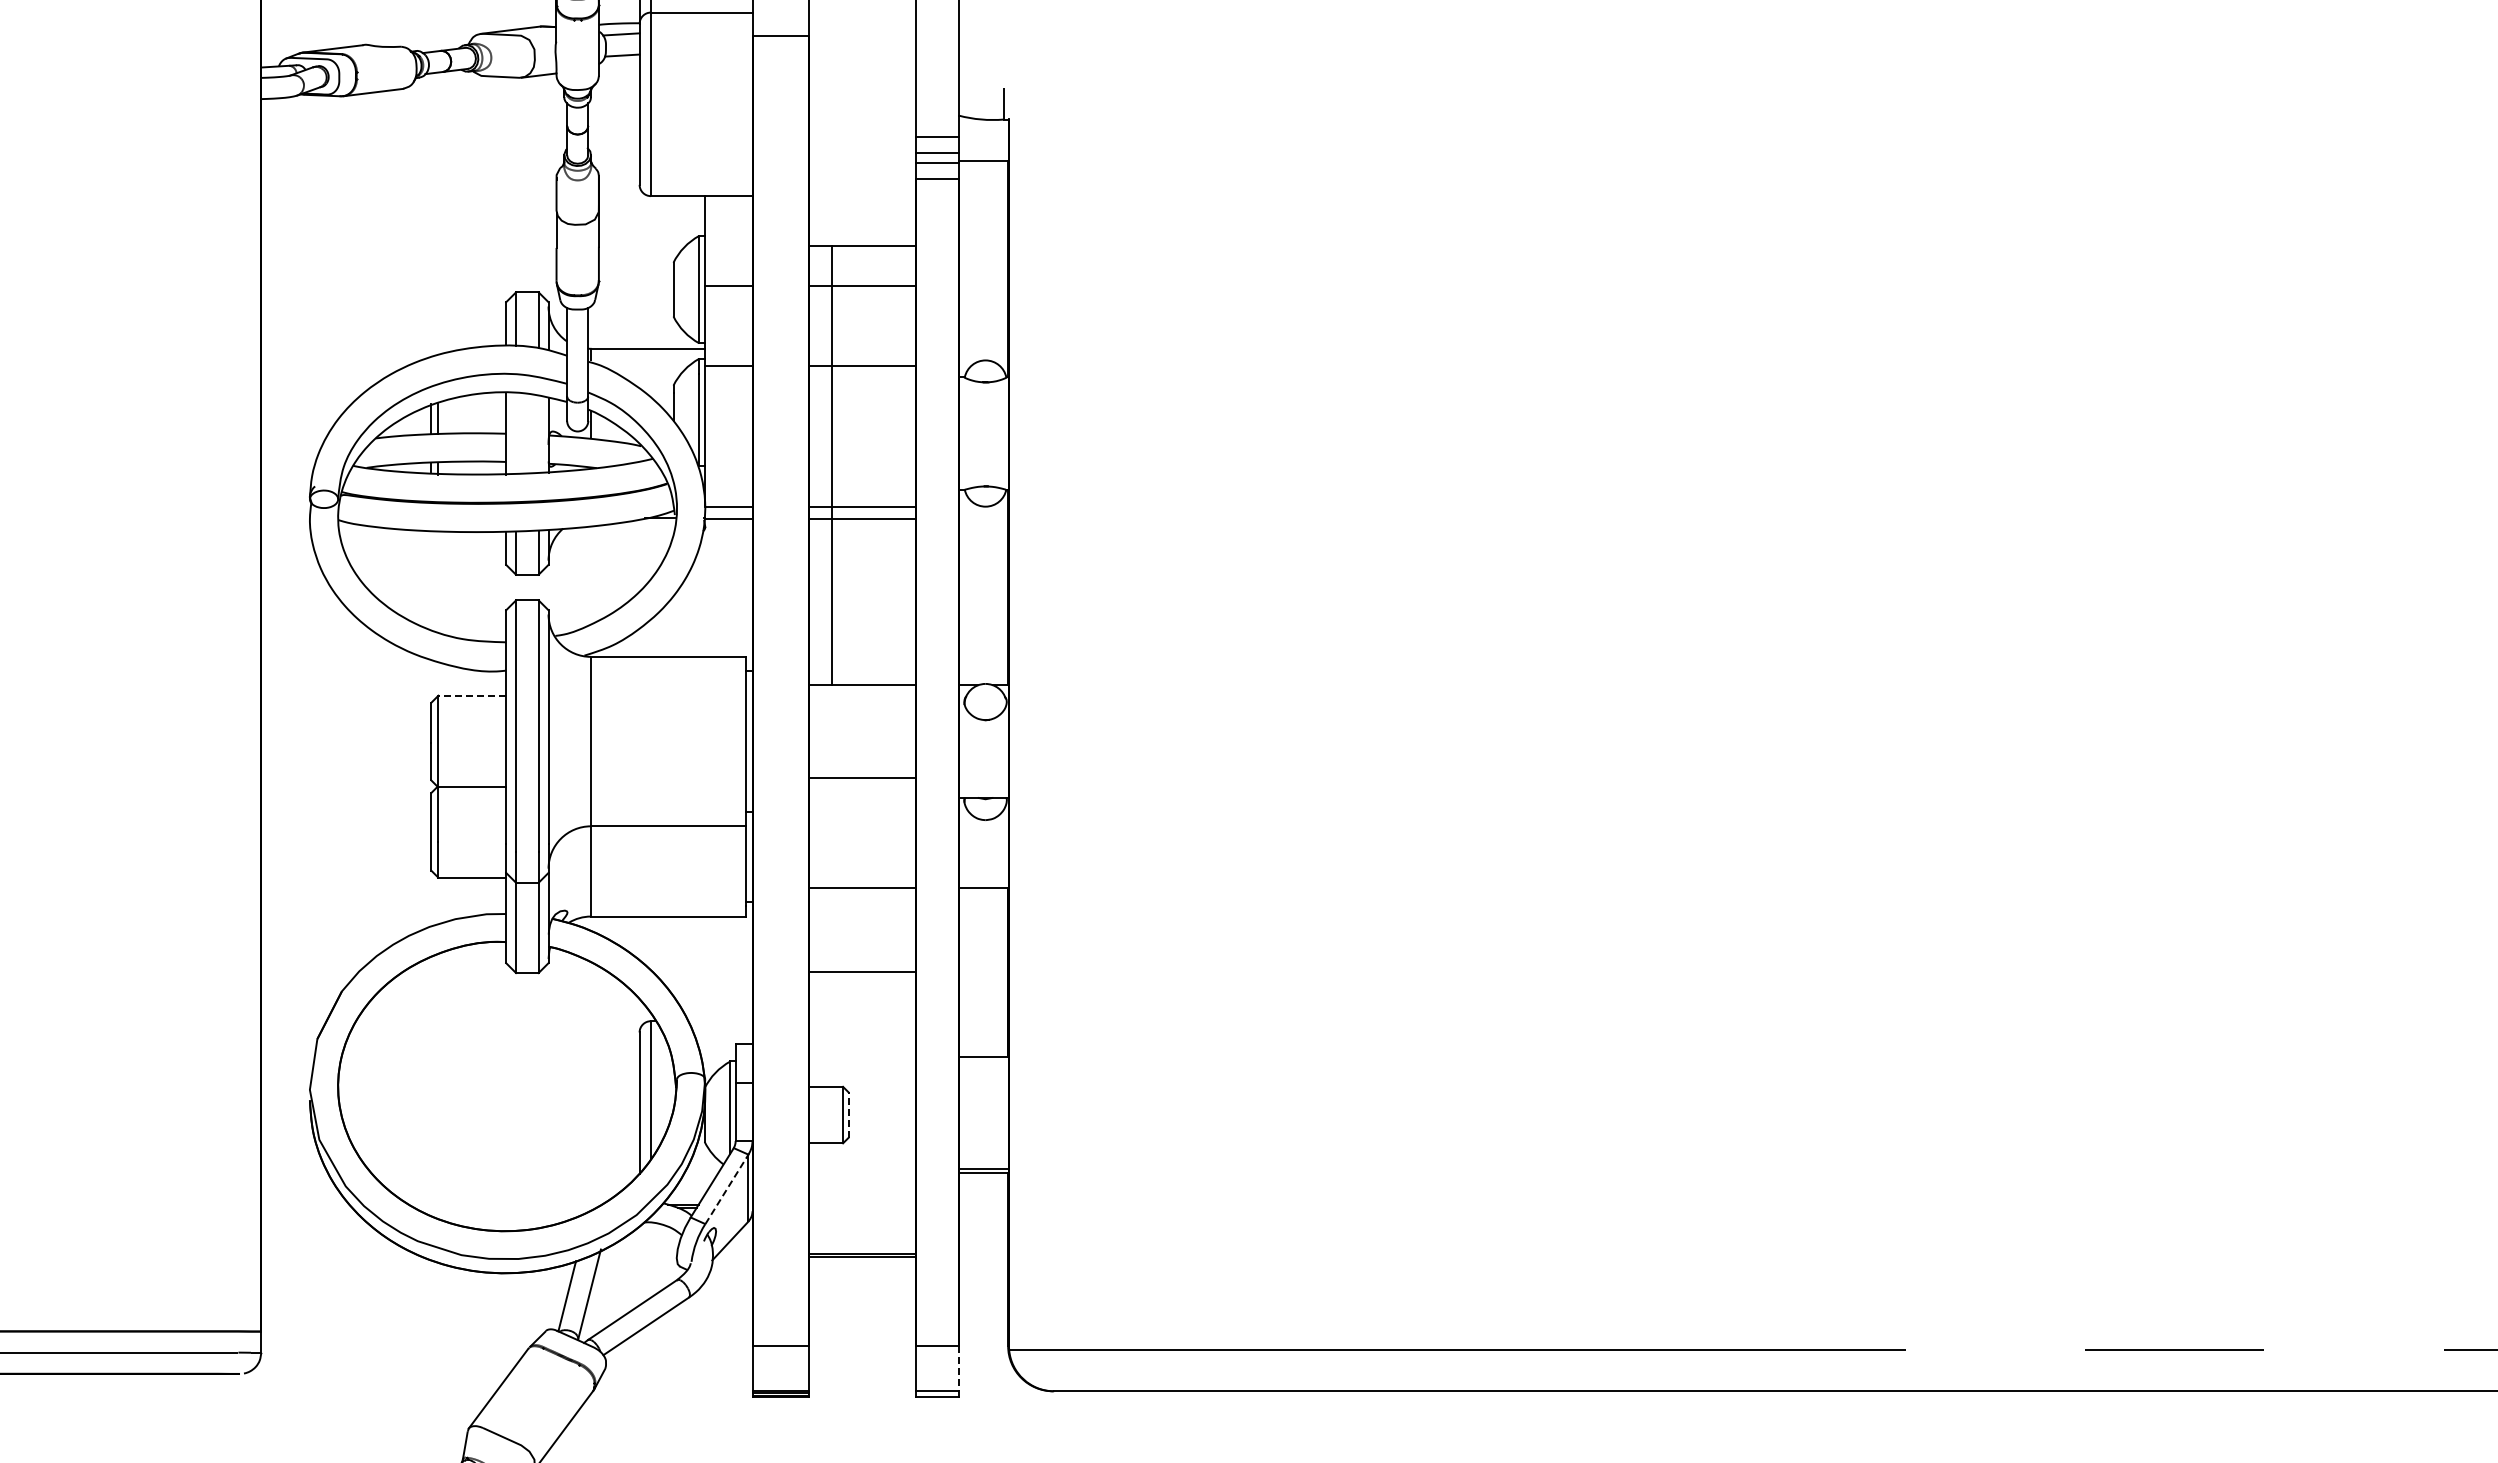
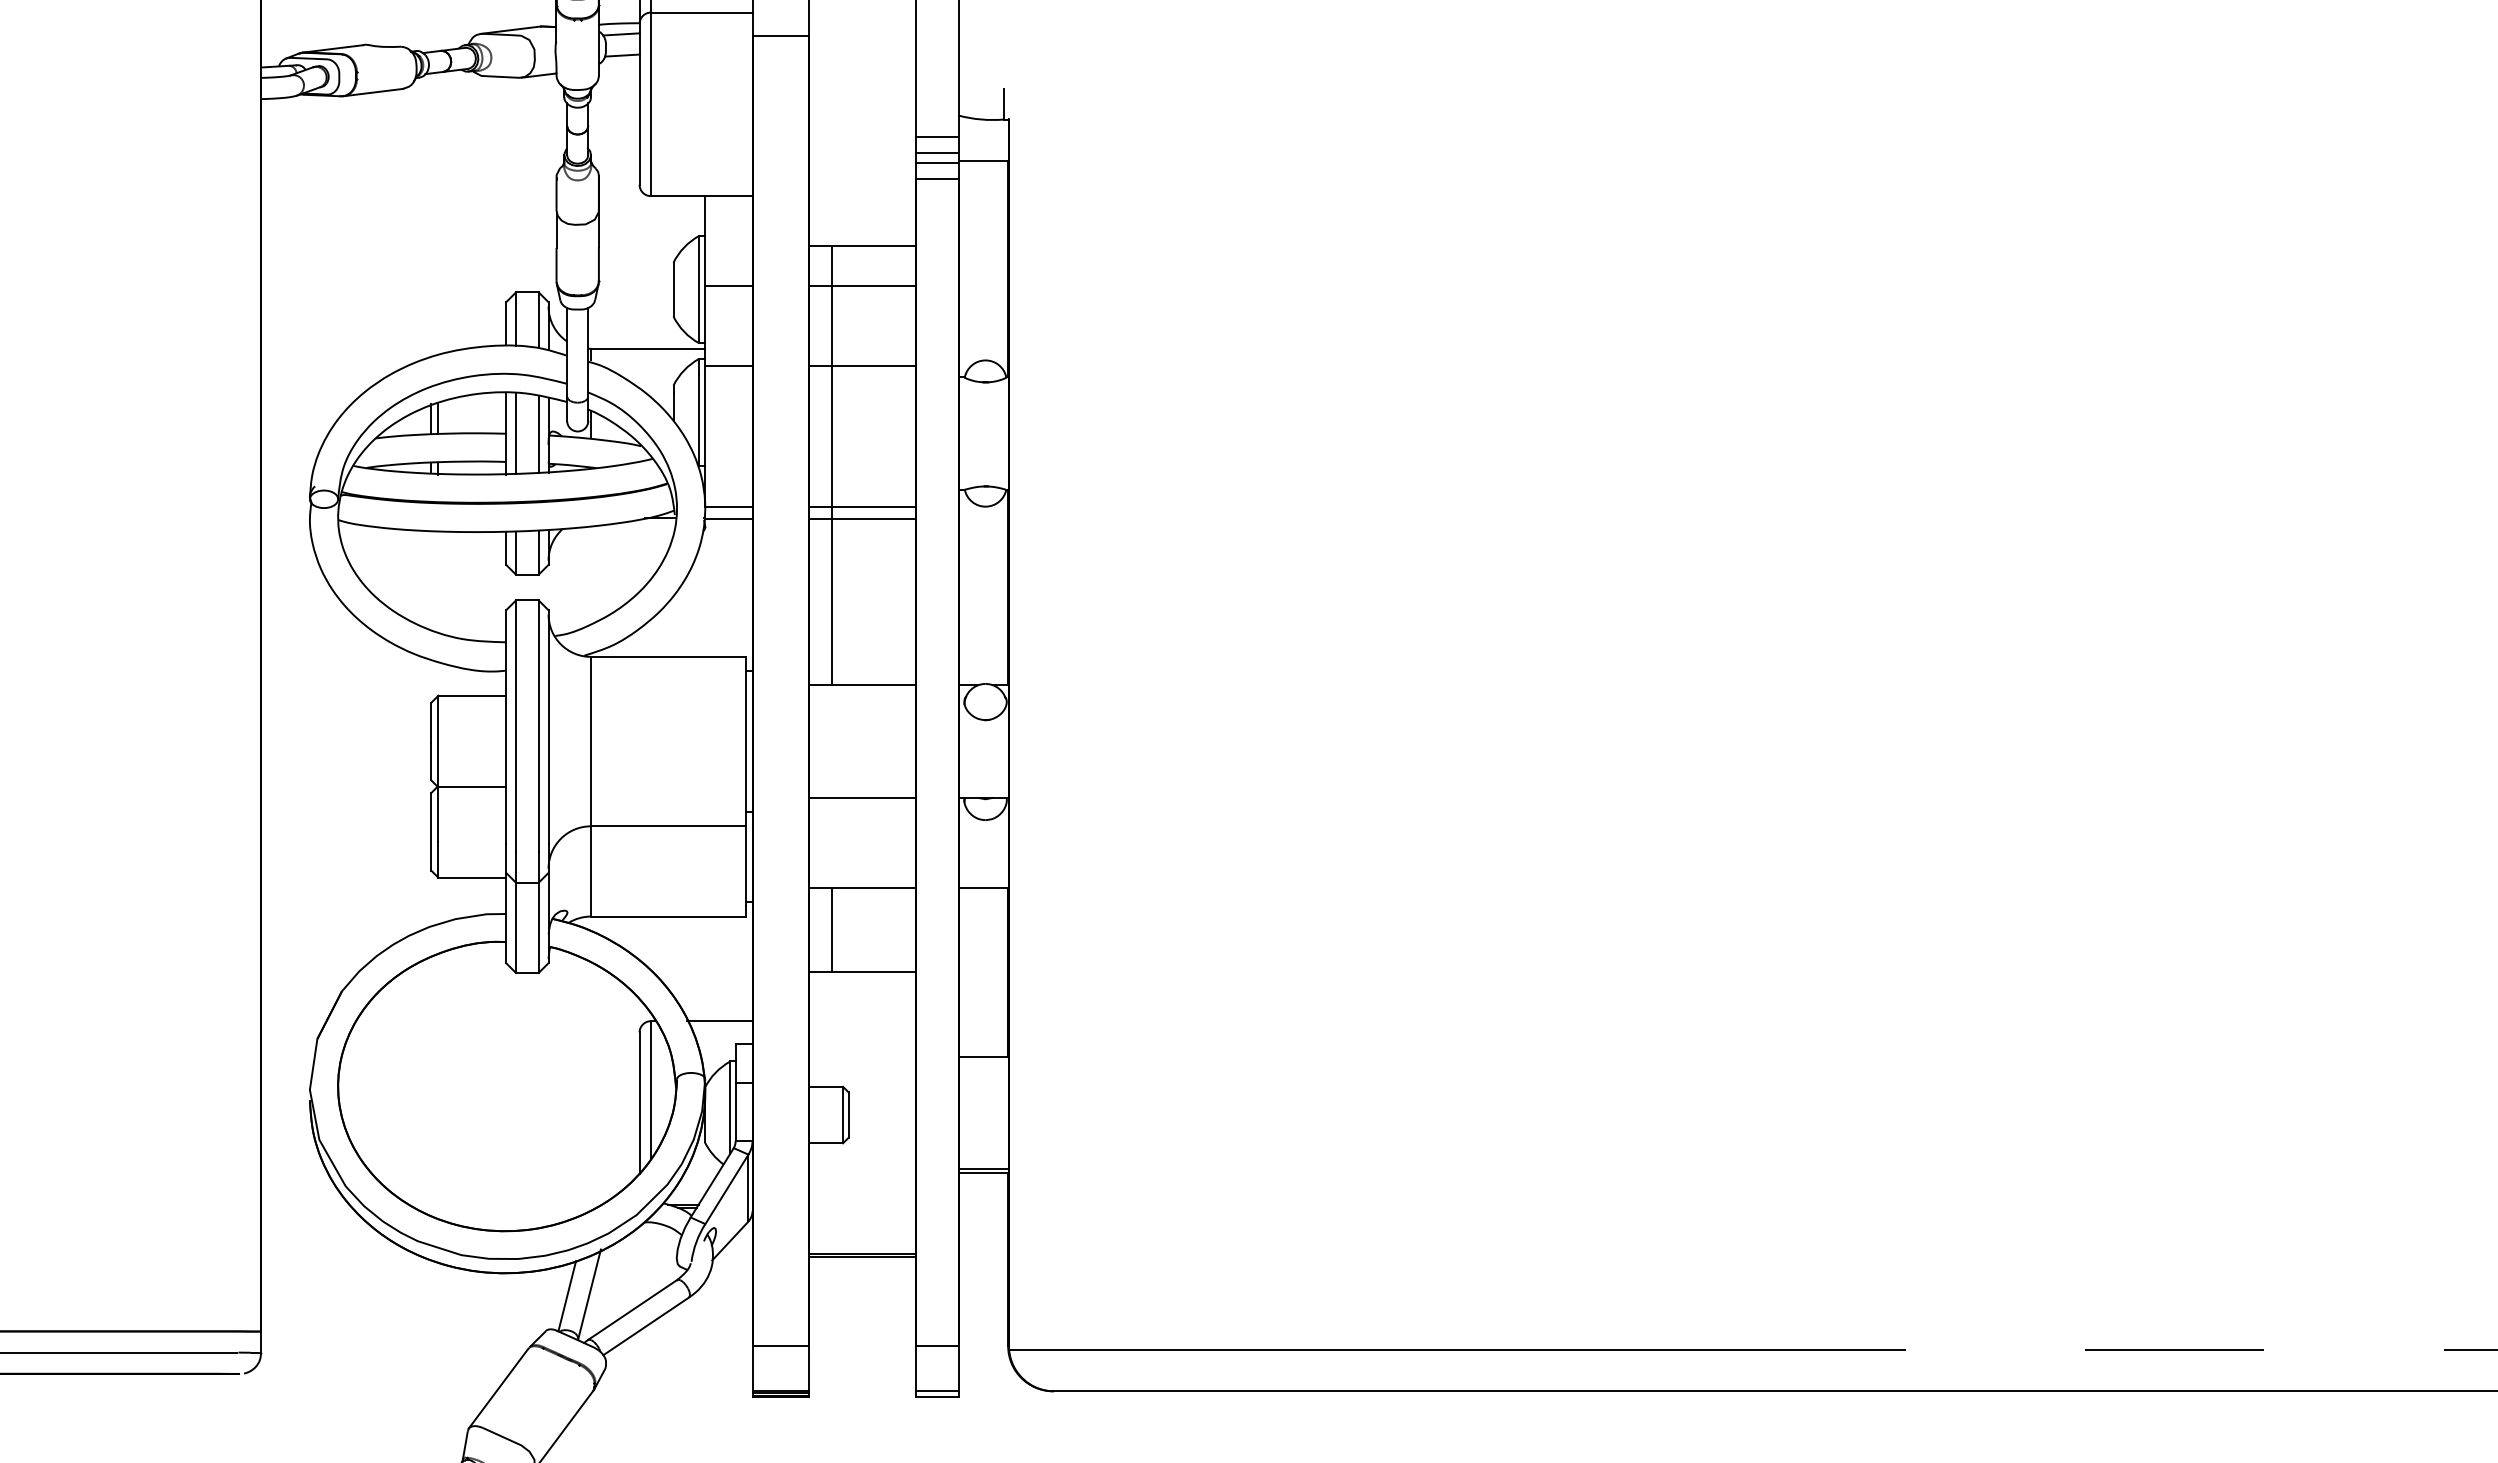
line at (516, 432): none -> present
line at (538, 434): none -> present
line at (472, 695): dashed -> solid
line at (862, 777) position: (862, 777) -> (862, 797)
line at (831, 929): none -> present
line at (719, 1021): none -> present
line at (848, 1115): dashed -> solid
line at (726, 1189): dashed -> solid
line at (958, 1368): dashed -> solid
